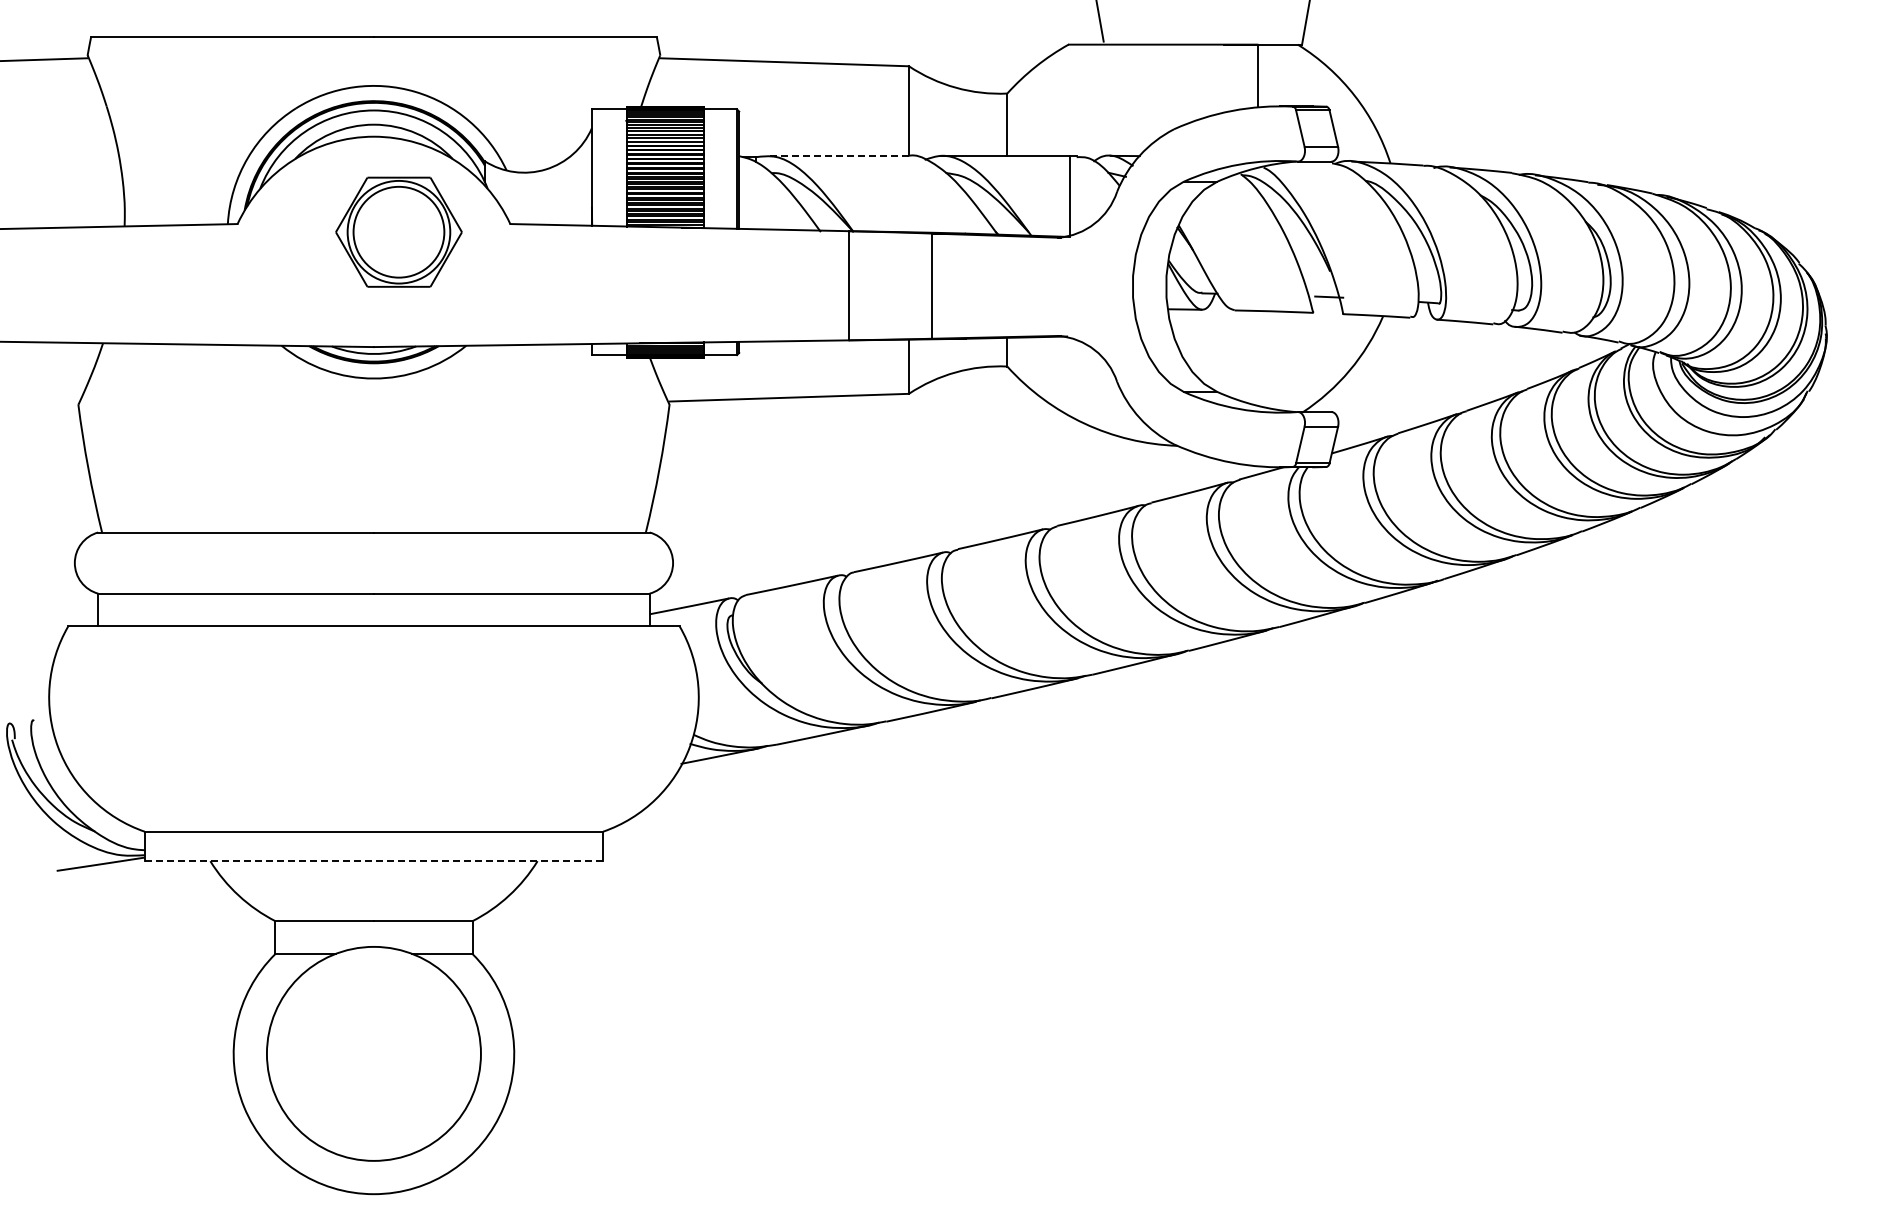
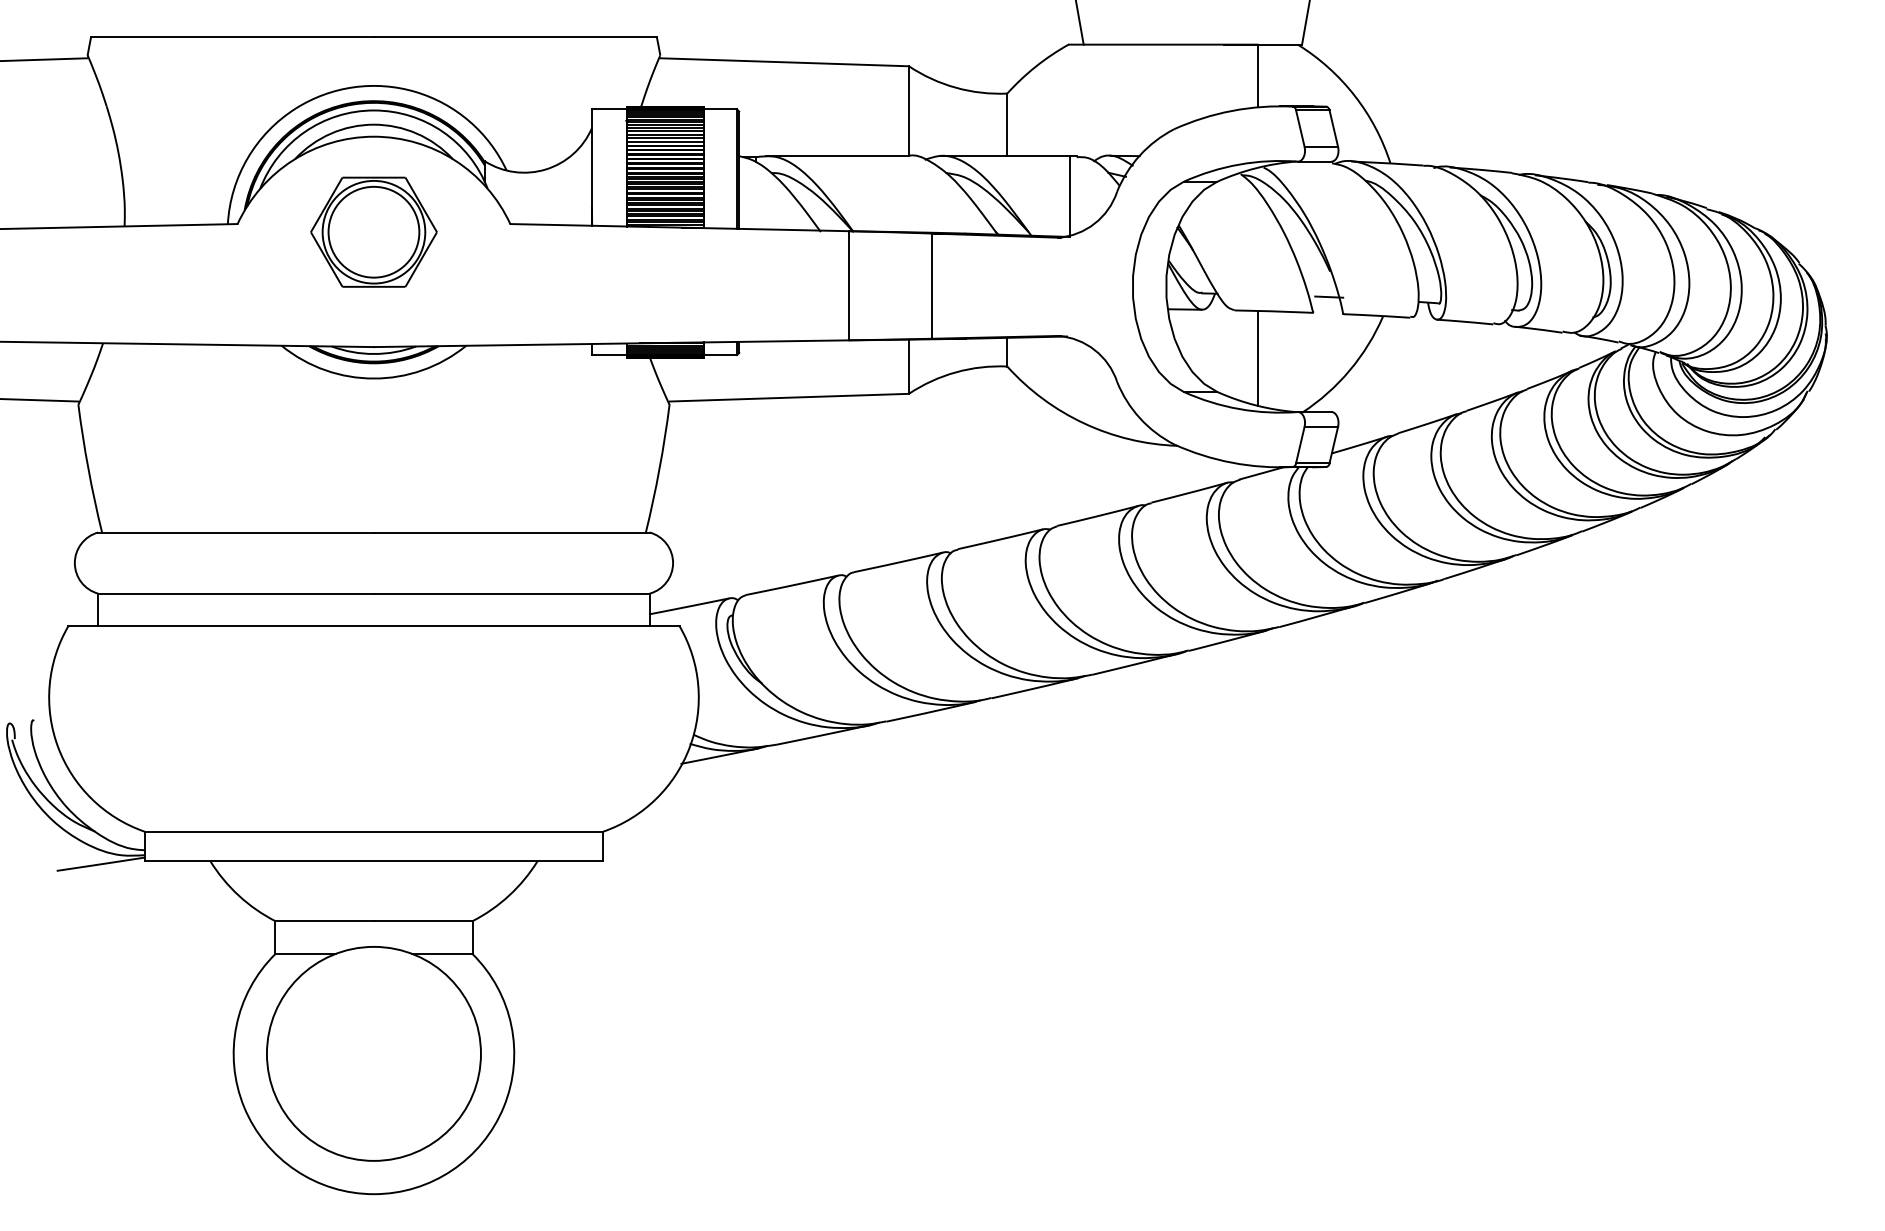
line at (1099, 21) position: (1099, 21) -> (1079, 23)
line at (836, 155): dashed -> solid
part at (398, 231) position: (398, 231) -> (373, 231)
line at (1258, 358): none -> present
line at (40, 400): none -> present
line at (373, 861): dashed -> solid
